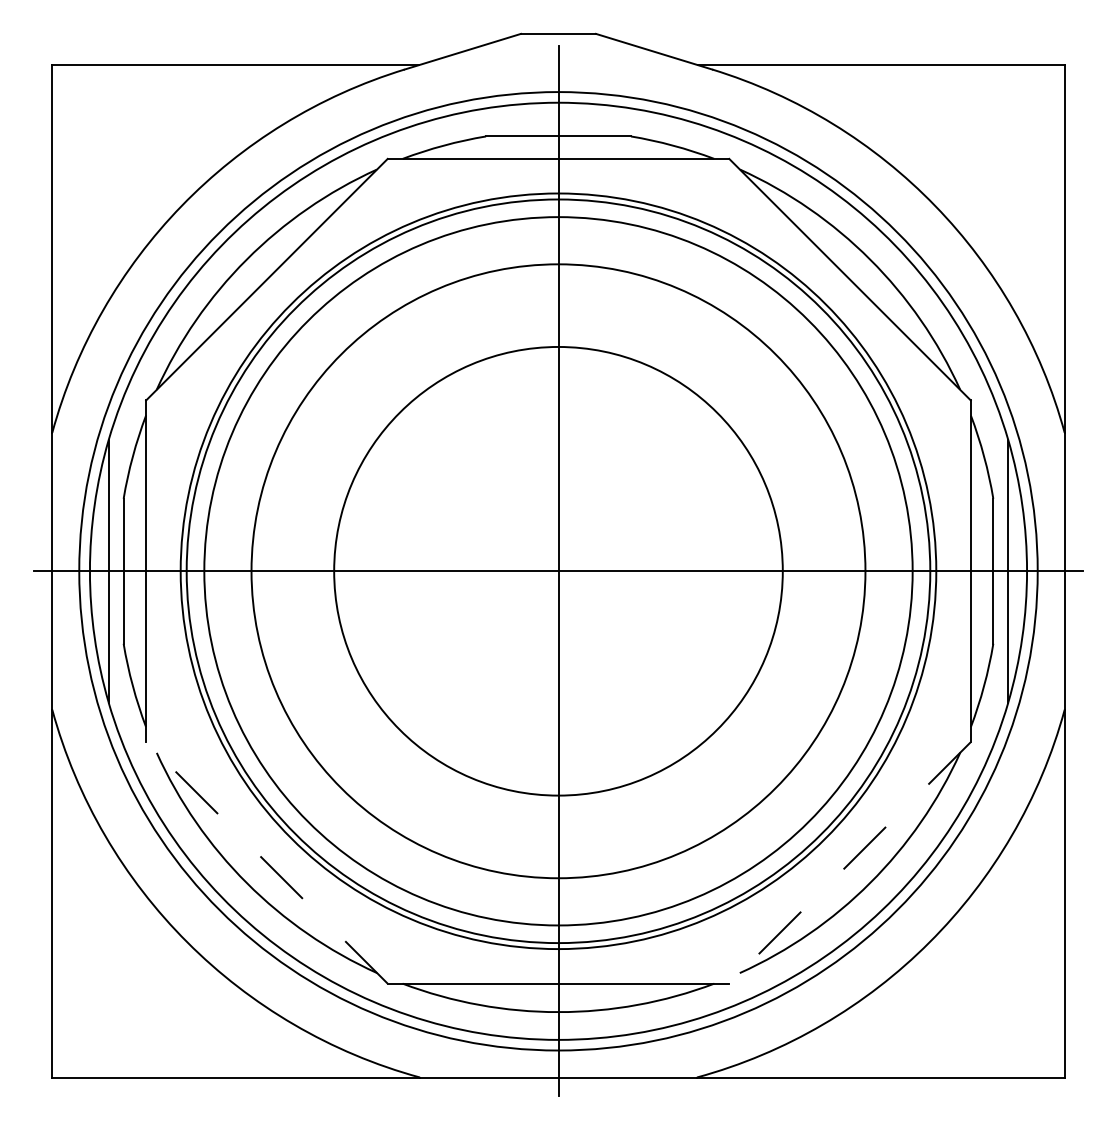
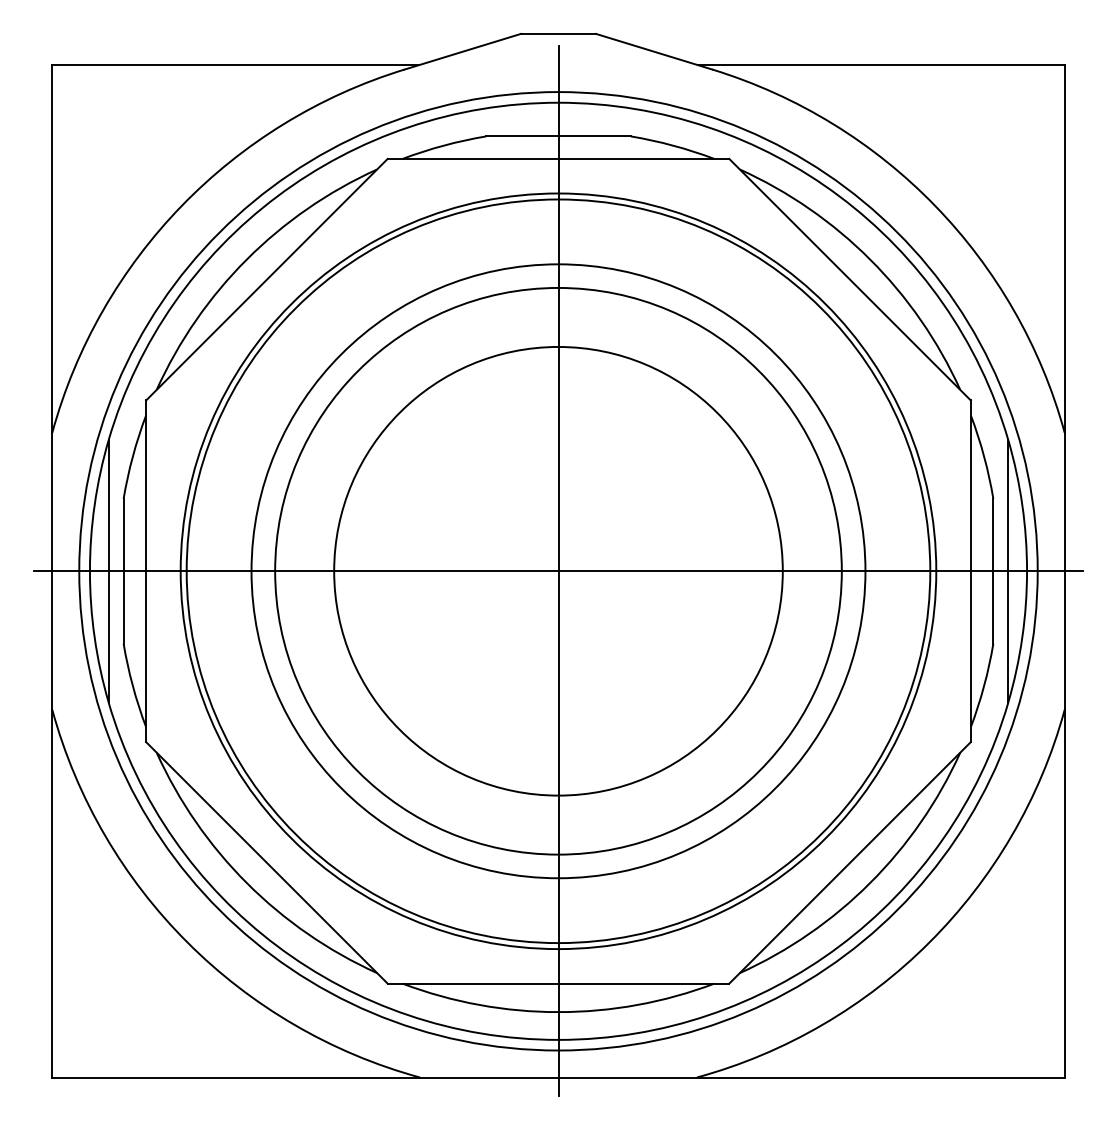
circle at (558, 571) diameter: 708 px -> 567 px
line at (266, 862): dashed -> solid
line at (850, 862): dashed -> solid
